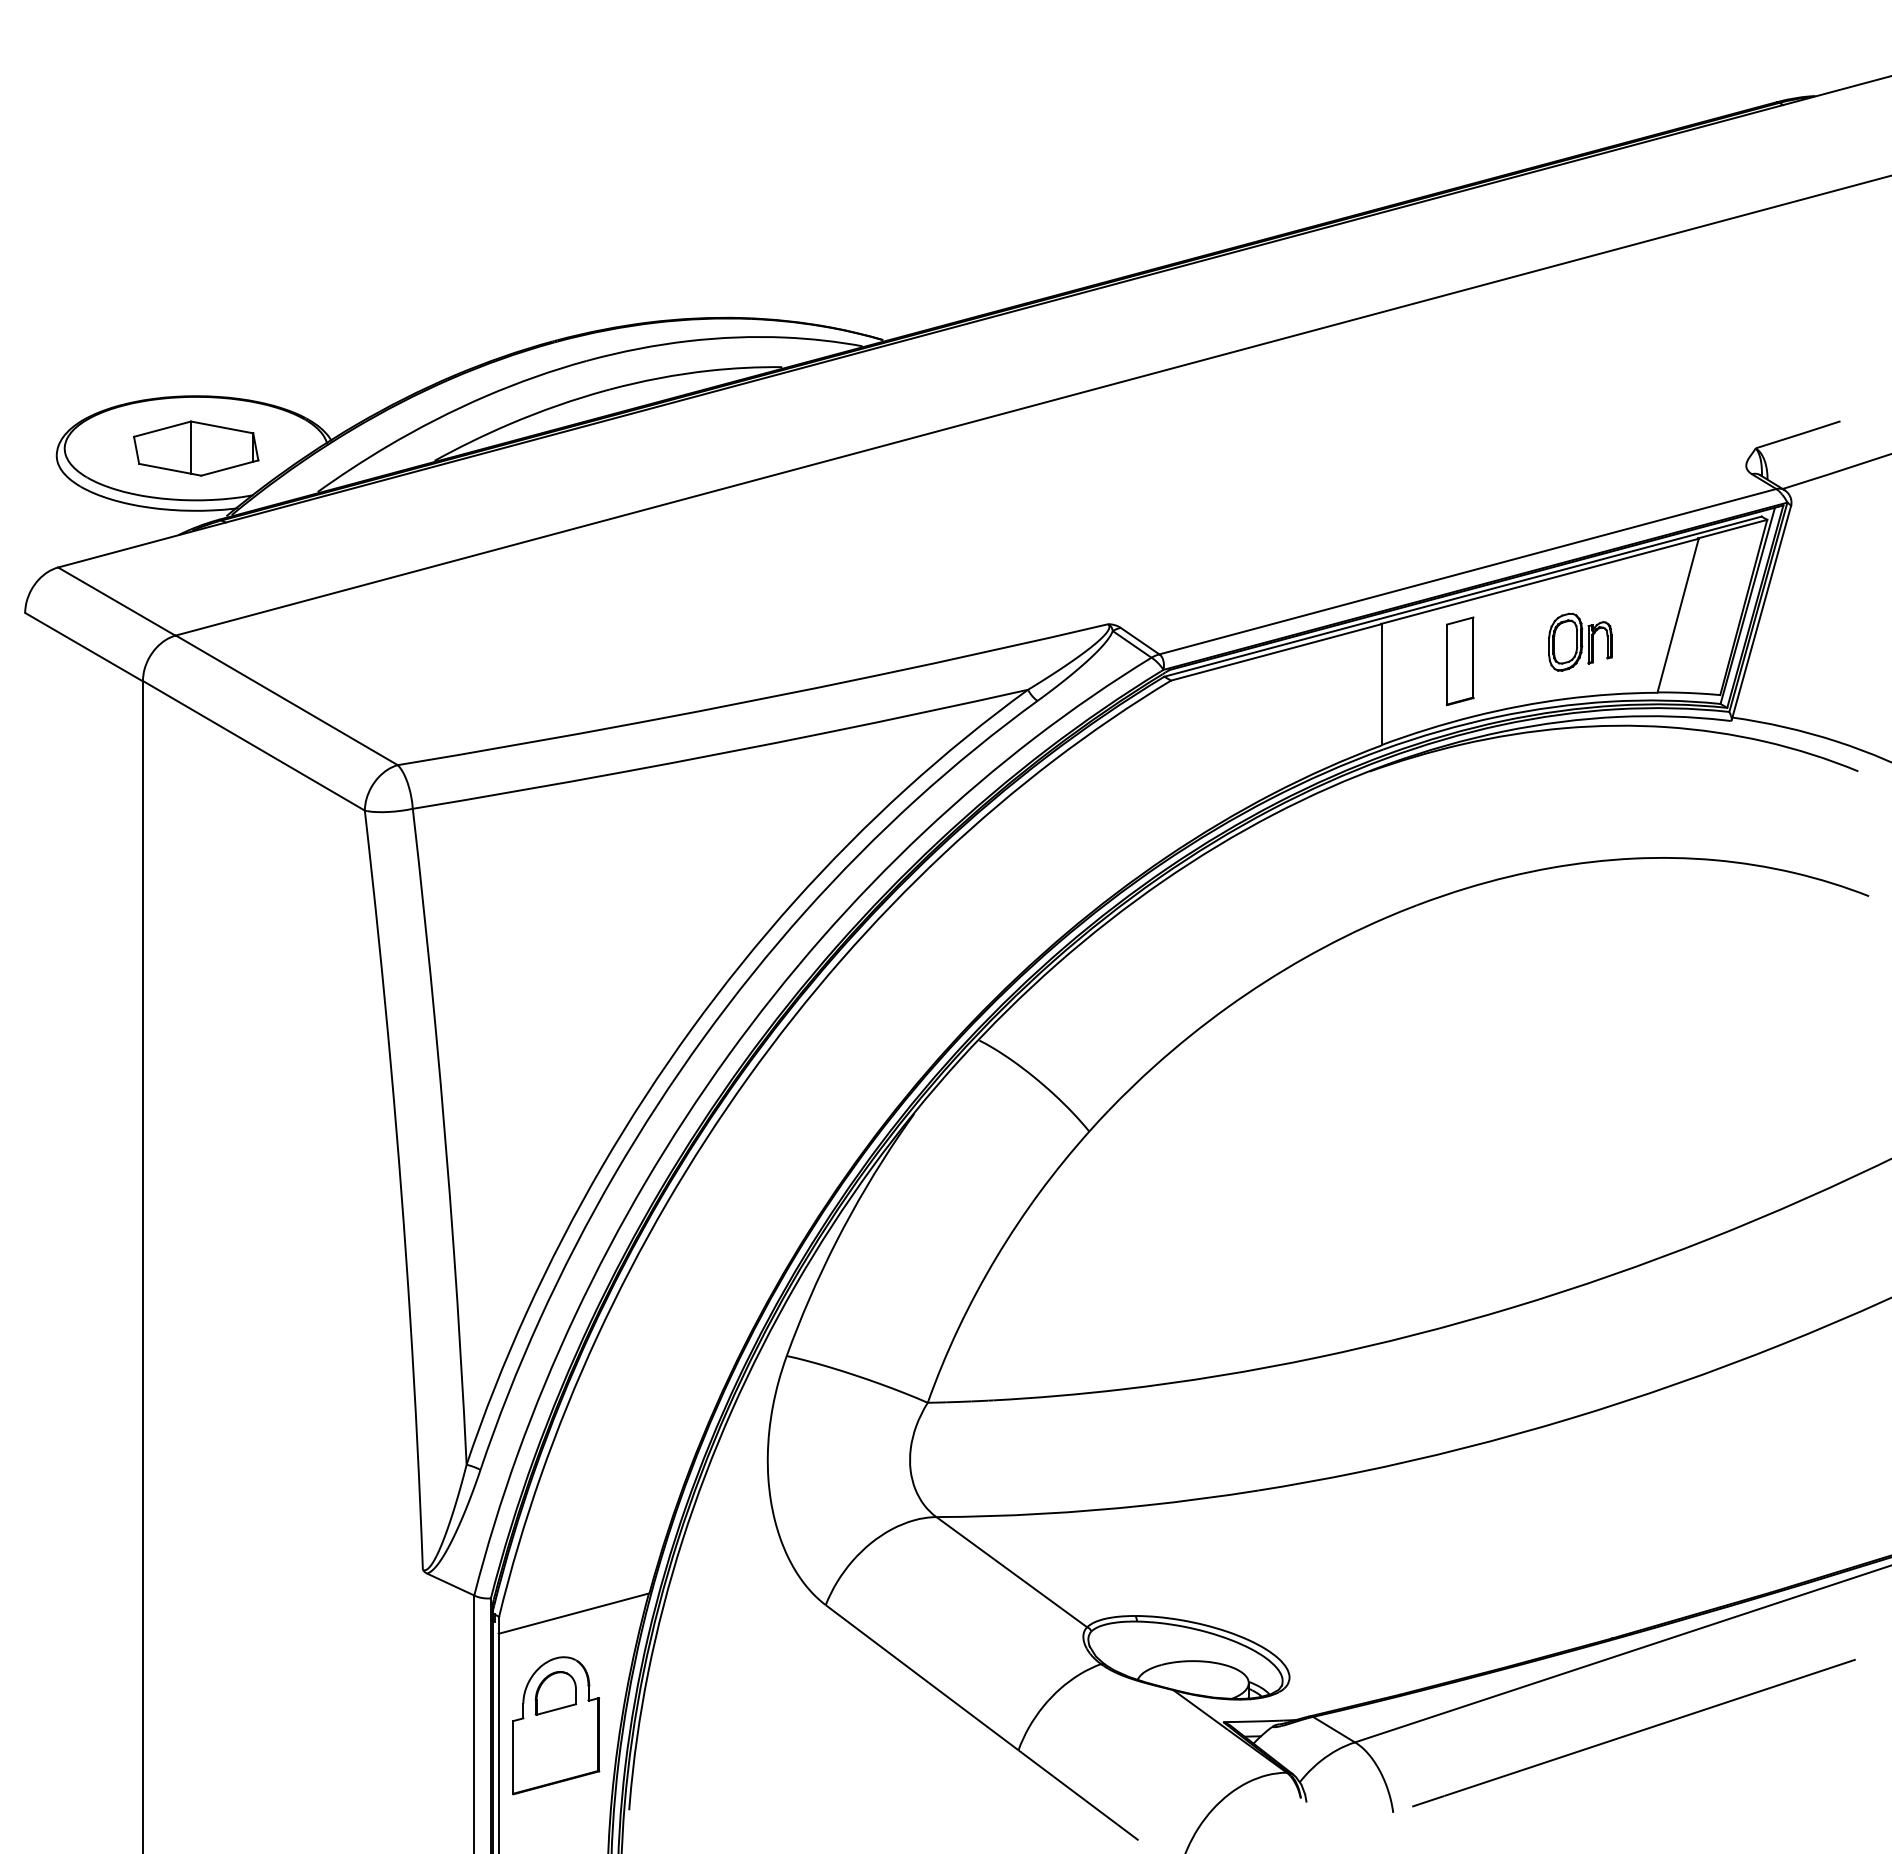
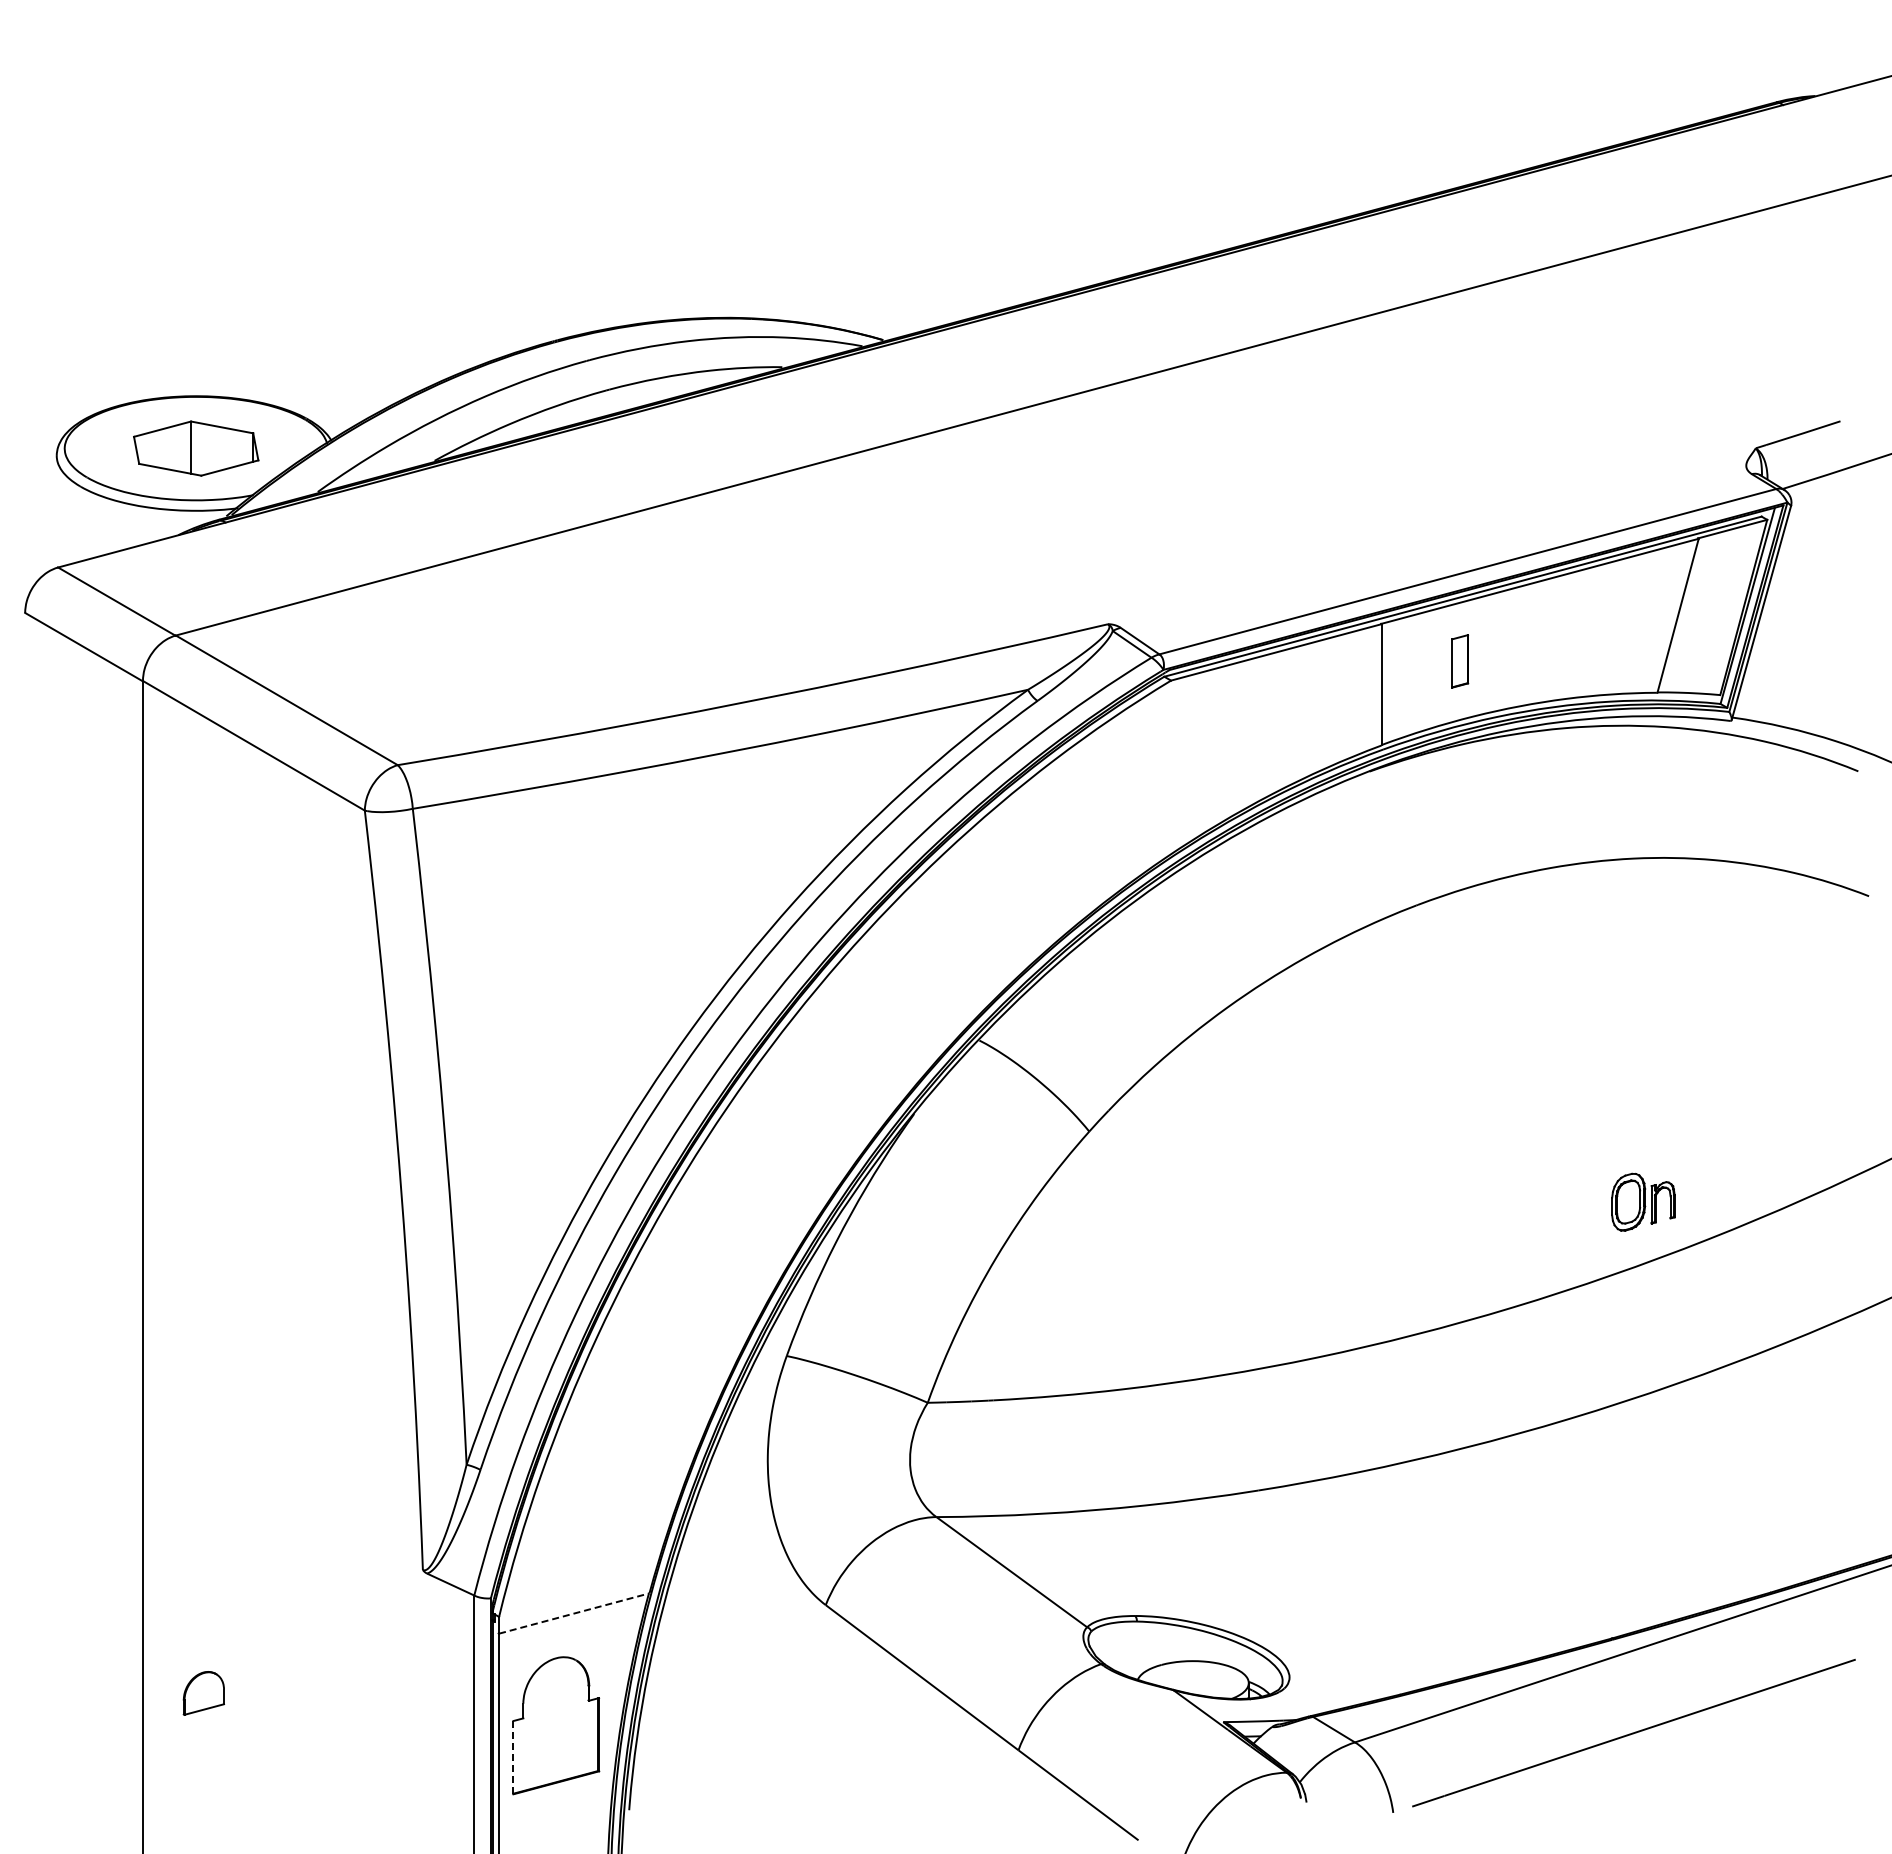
part at (1580, 641) position: (1580, 641) -> (1643, 1201)
part at (1459, 661) size: 30x91 px -> 19x55 px
line at (574, 1613): solid -> dashed
part at (555, 1693) position: (555, 1693) -> (203, 1693)
line at (513, 1757): solid -> dashed
